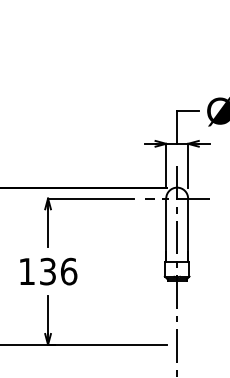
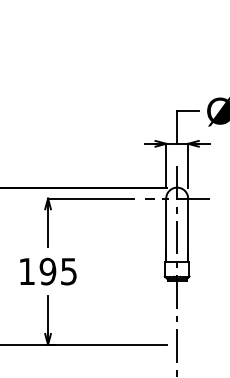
text at (58, 271): 136 -> 195
